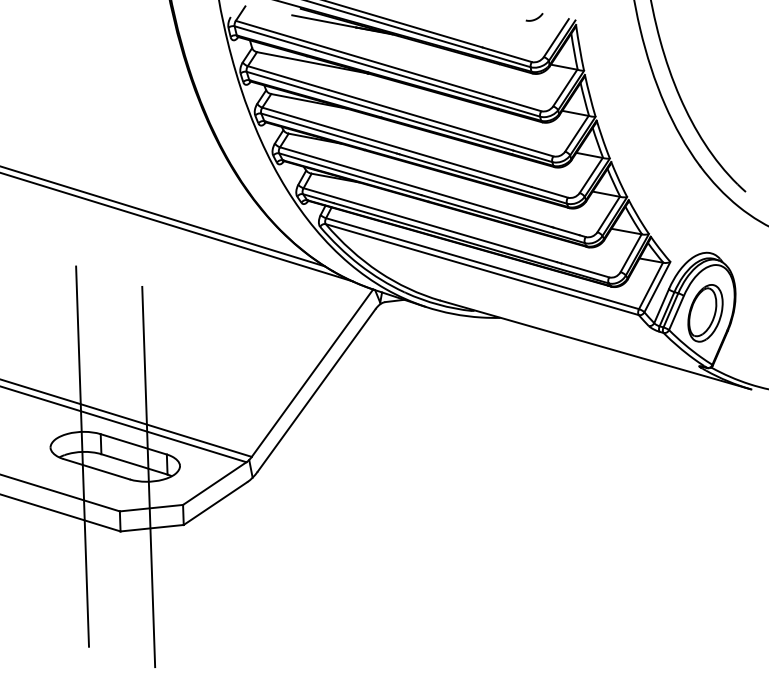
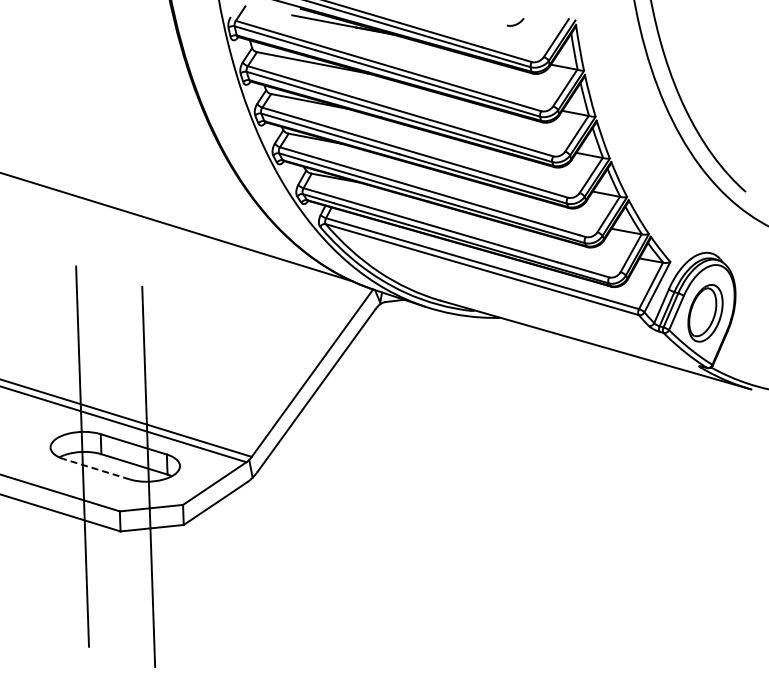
curve at (534, 18) position: (534, 18) -> (515, 23)
line at (163, 216): present -> none
line at (96, 469): solid -> dashed
